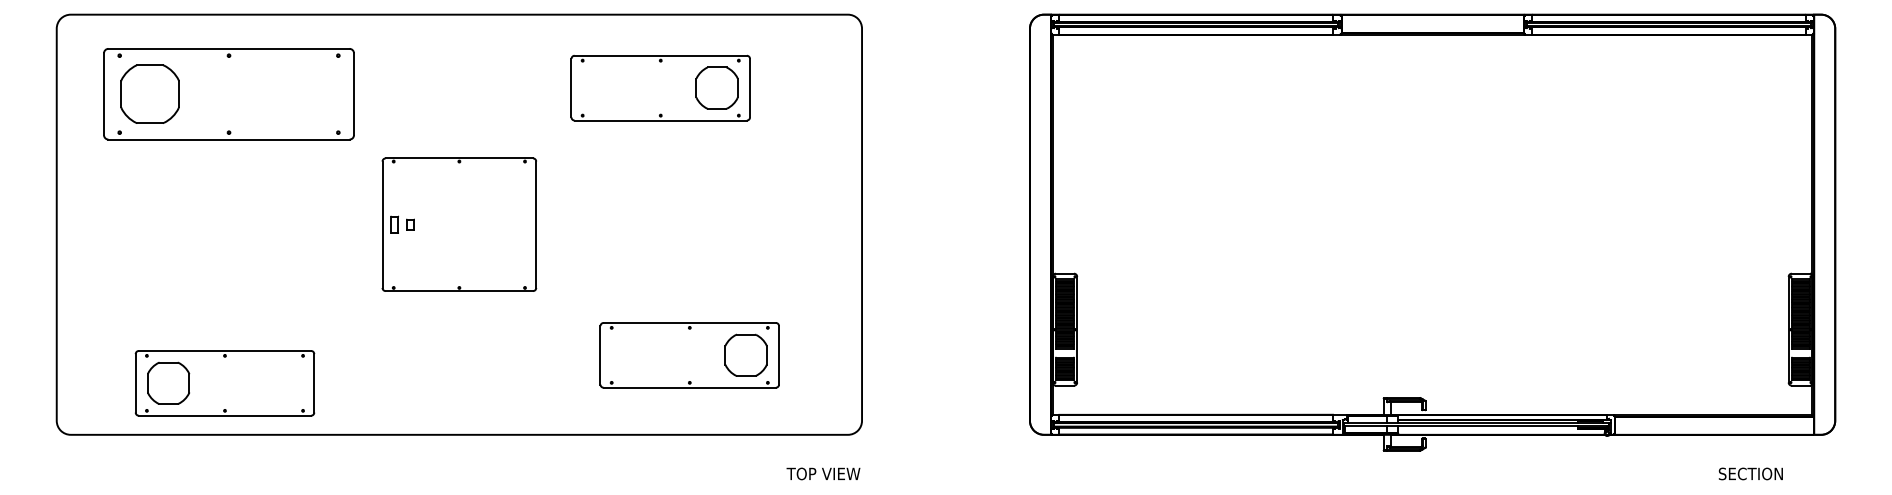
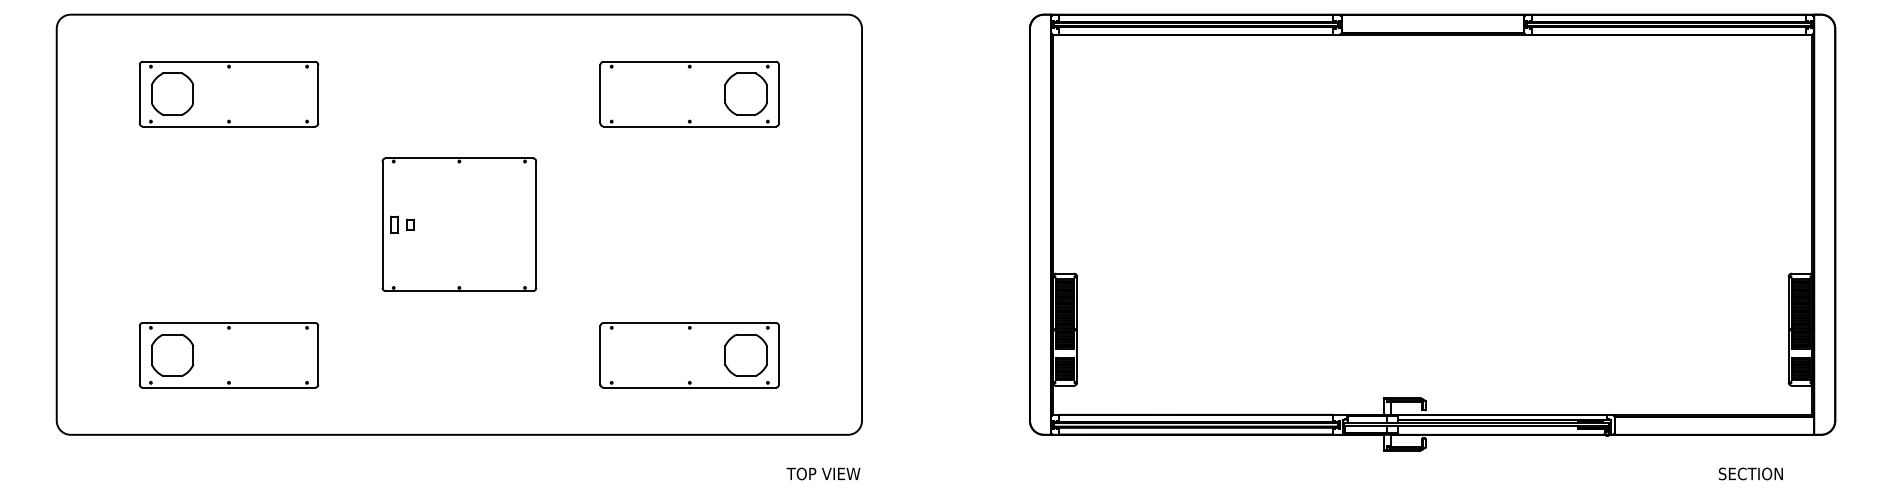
part at (660, 87) position: (660, 87) -> (689, 93)
part at (228, 94) size: 252x93 px -> 182x68 px
part at (224, 383) position: (224, 383) -> (228, 355)
